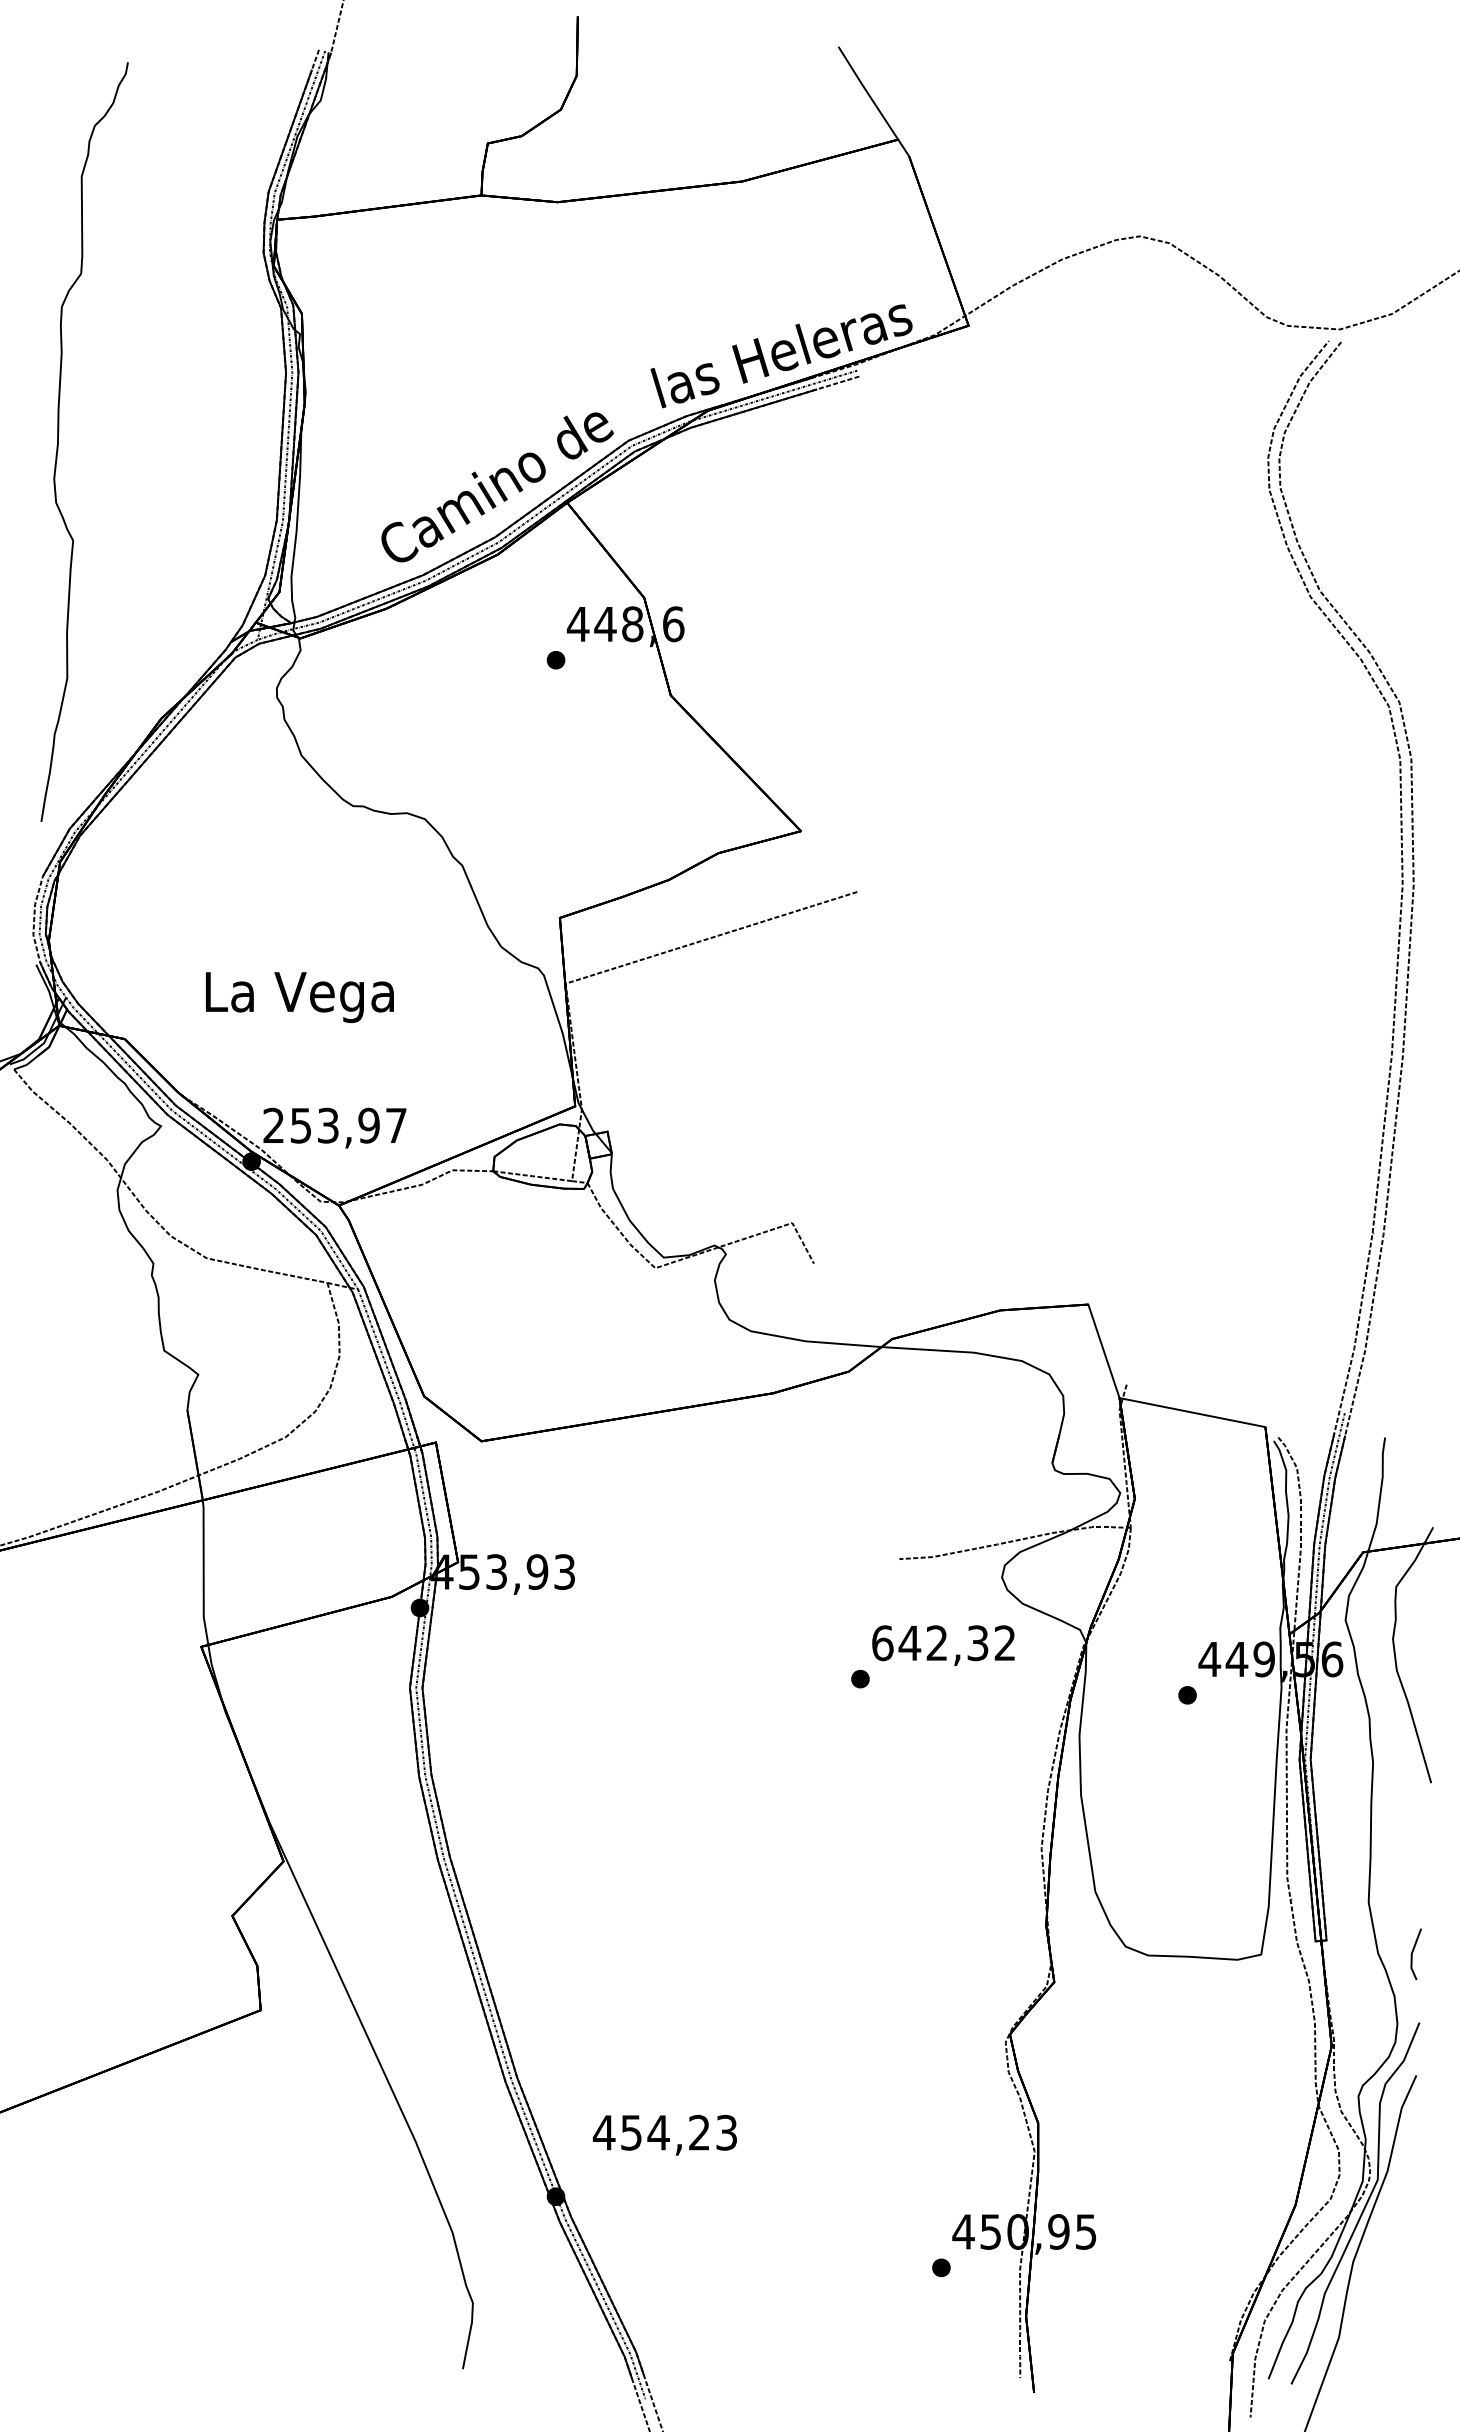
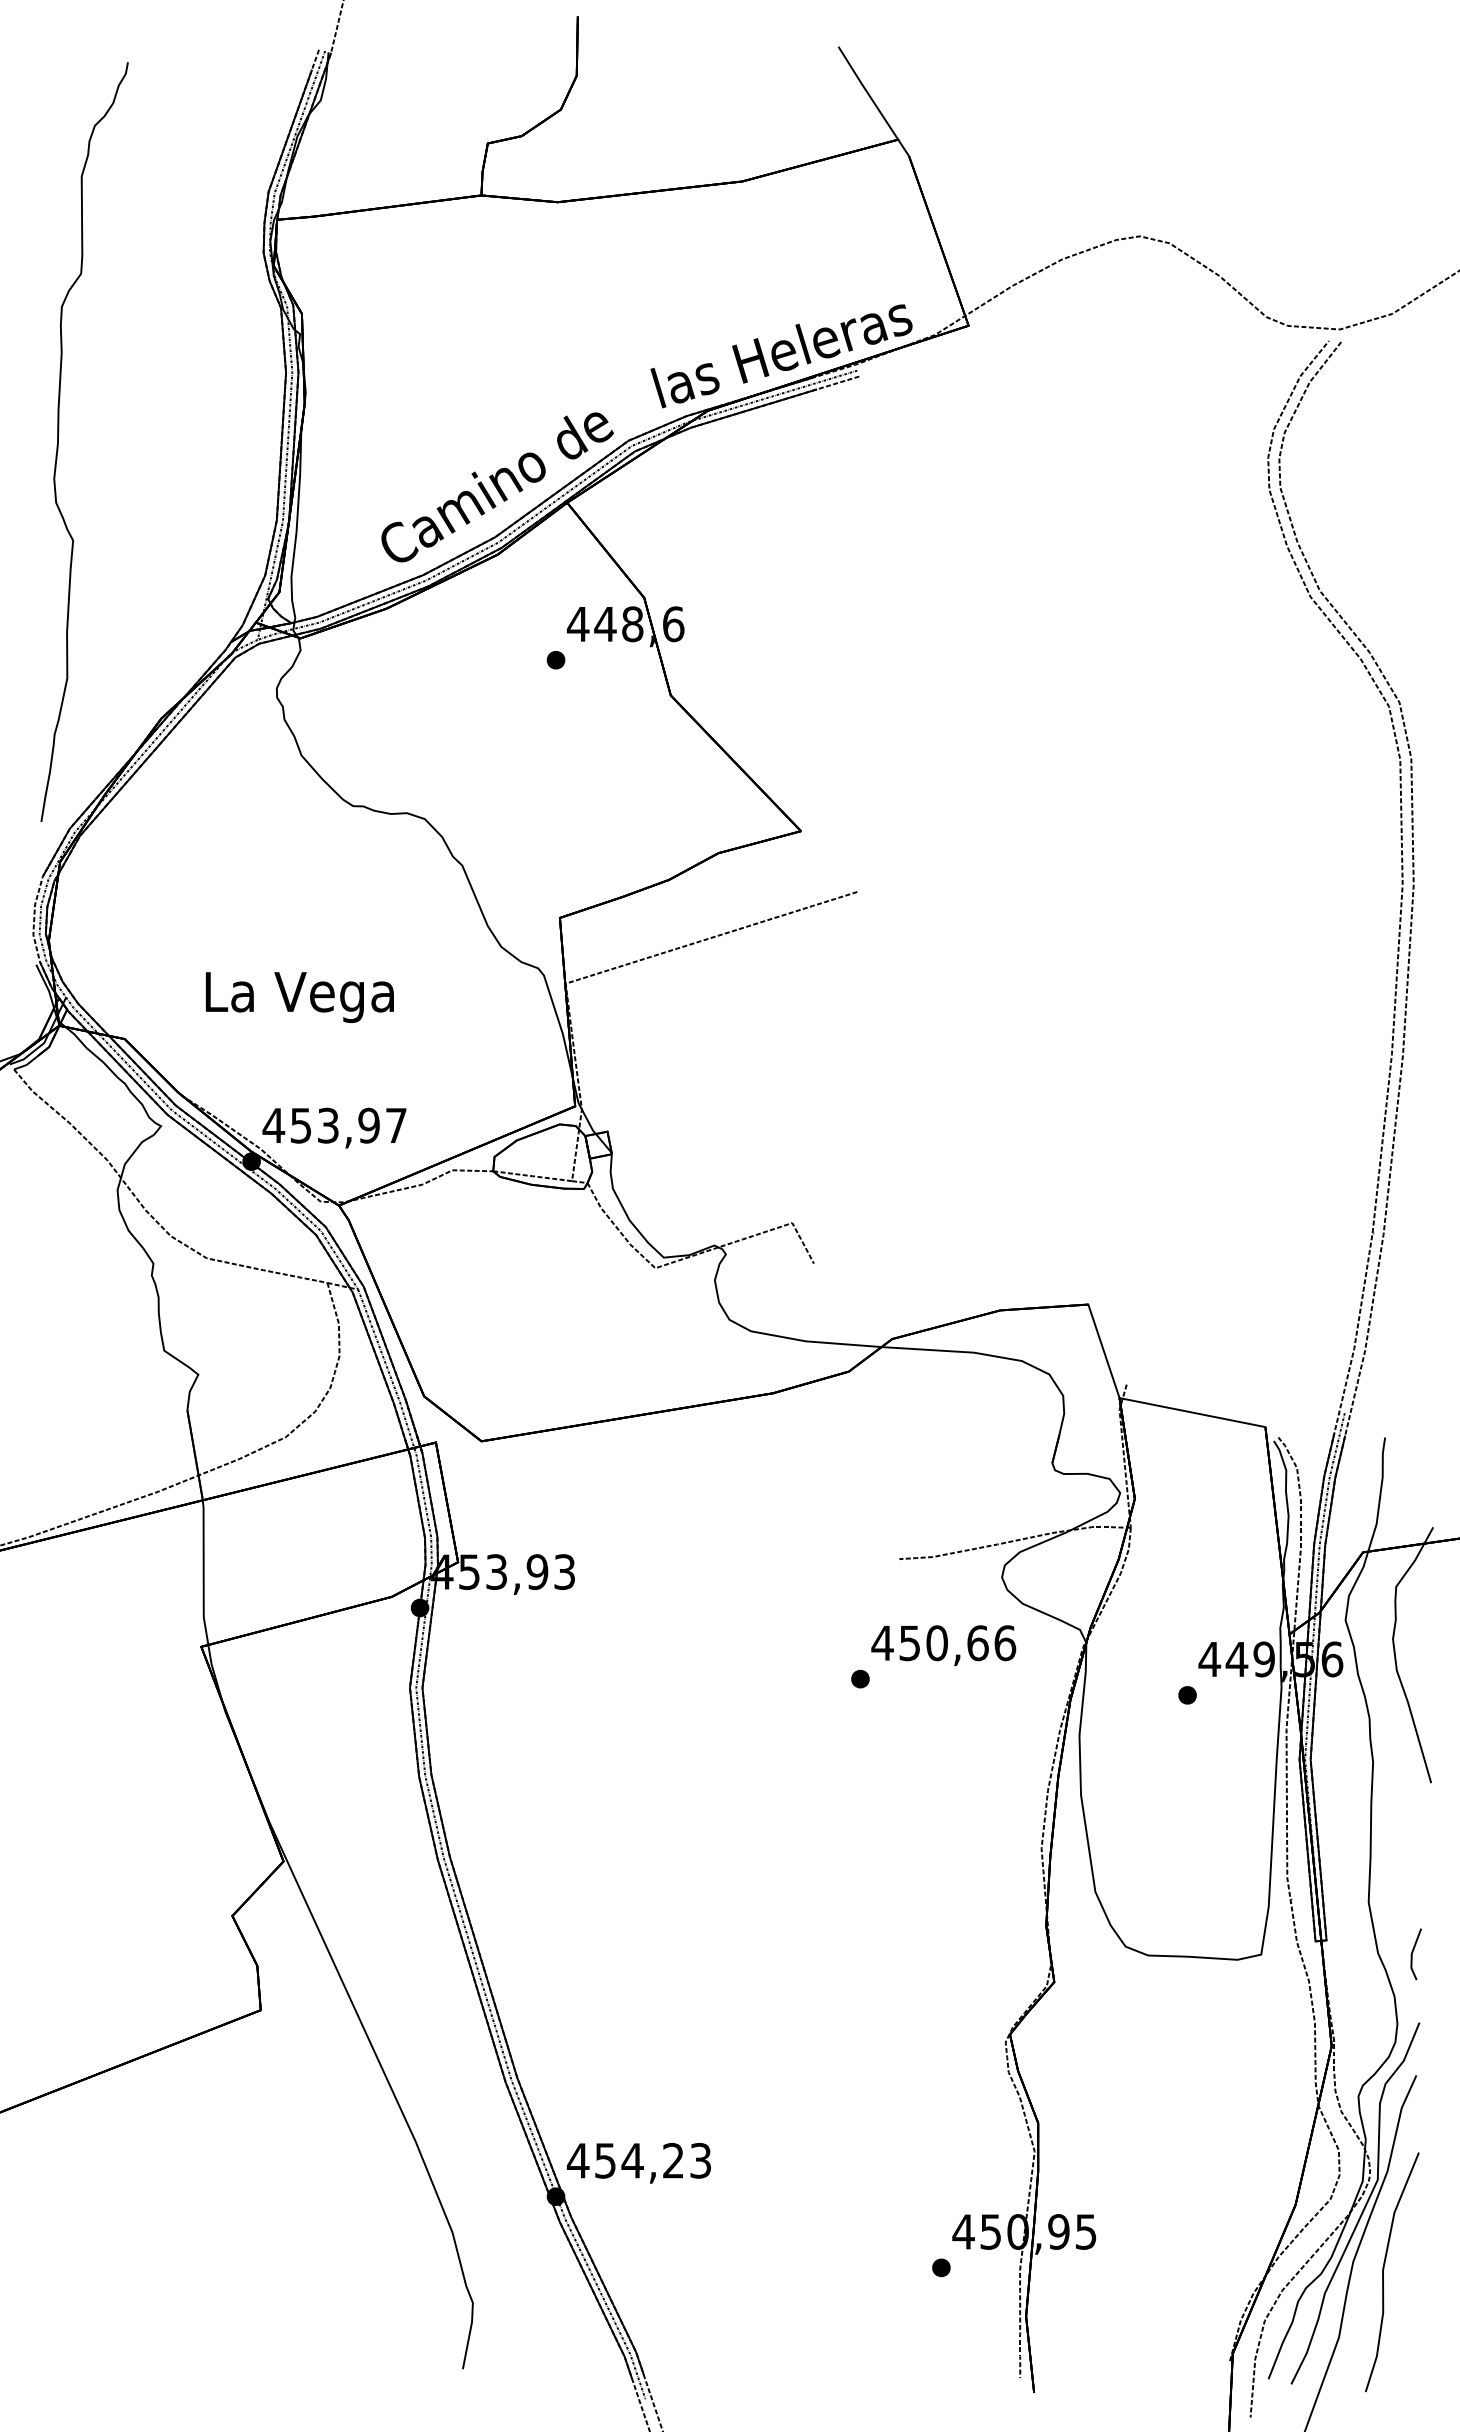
text at (273, 1124): 253,97 -> 453,97
text at (943, 1643): 642,32 -> 450,66
text at (664, 2134) position: (664, 2134) -> (638, 2162)
part at (1384, 2269): none -> present
